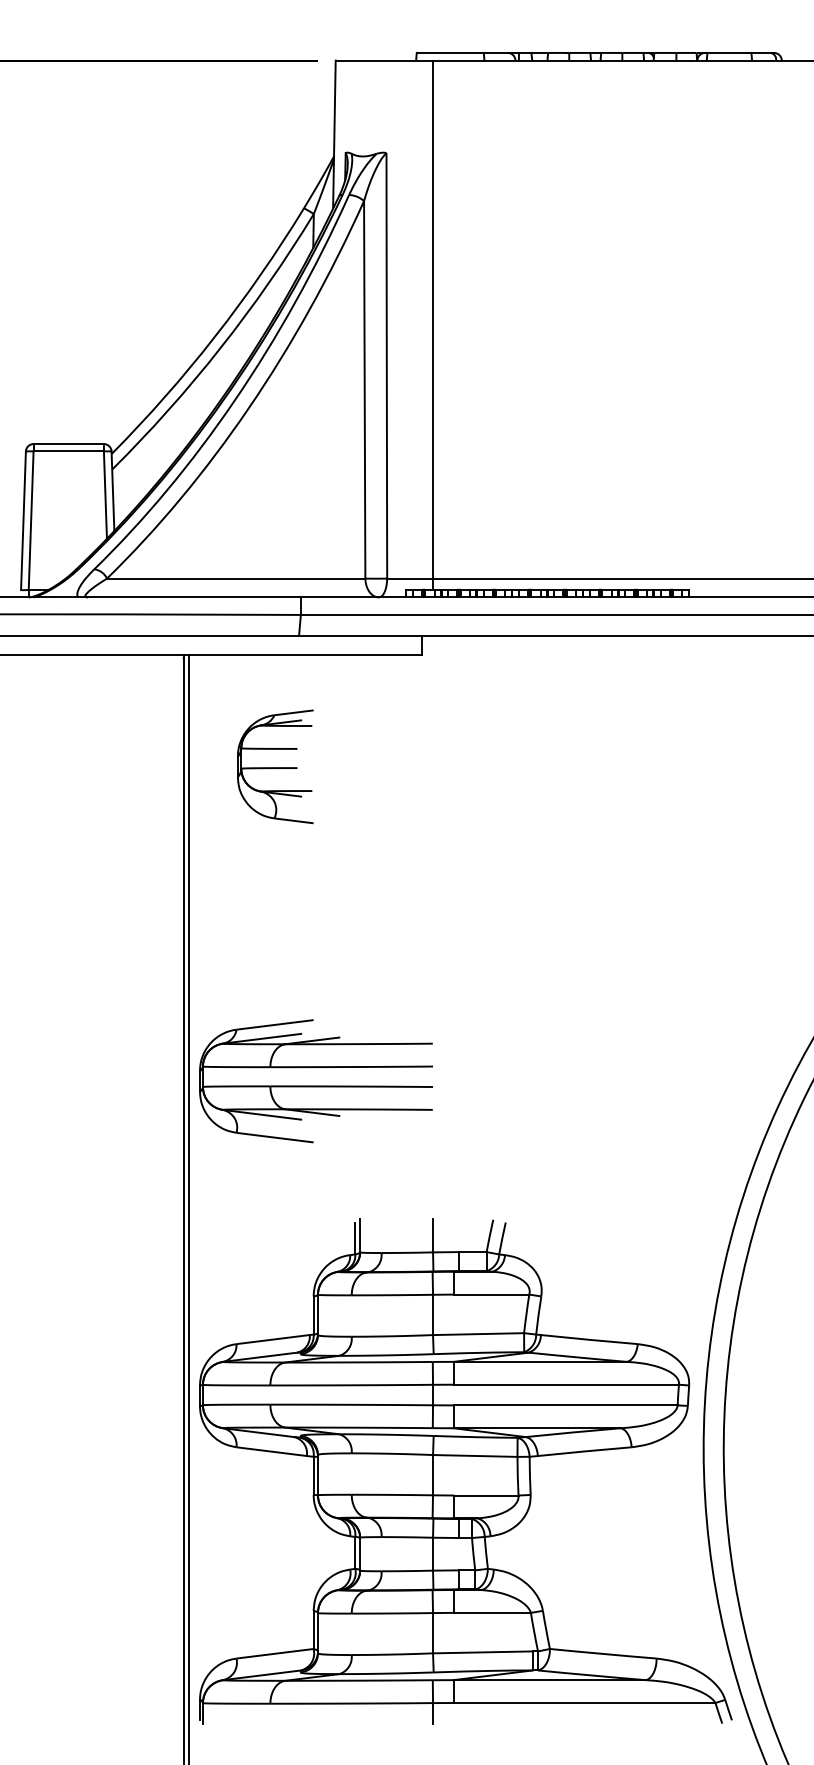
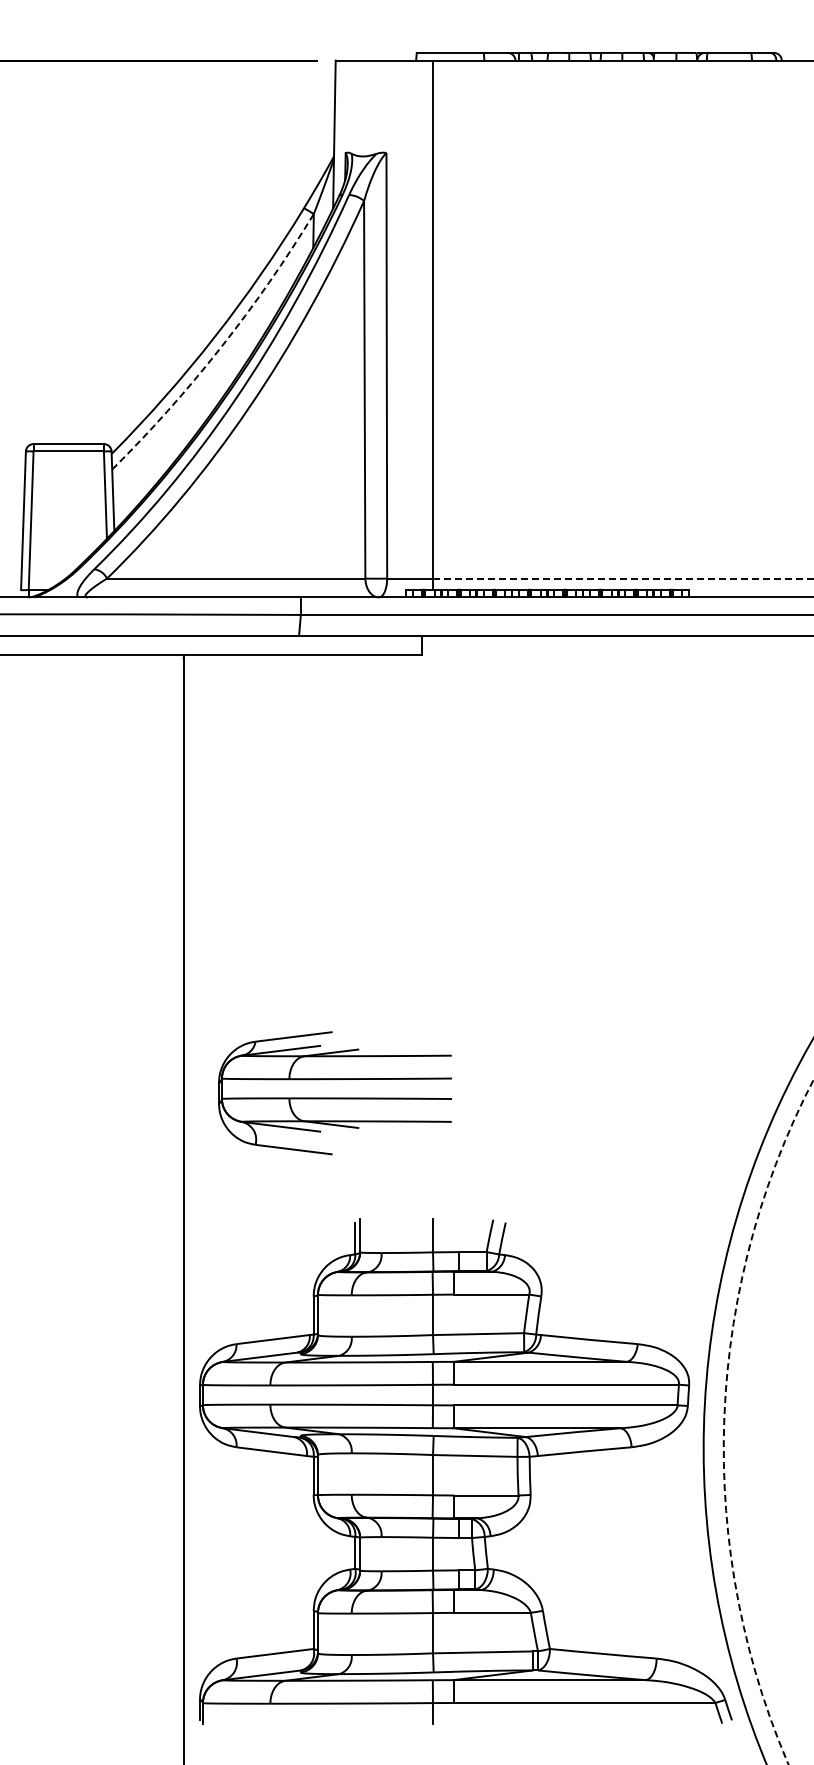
arc at (220, 347): solid -> dashed
line at (623, 578): solid -> dashed
part at (275, 766): present -> none
part at (315, 1081) position: (315, 1081) -> (334, 1093)
line at (189, 1207): present -> none
arc at (724, 1419): solid -> dashed
